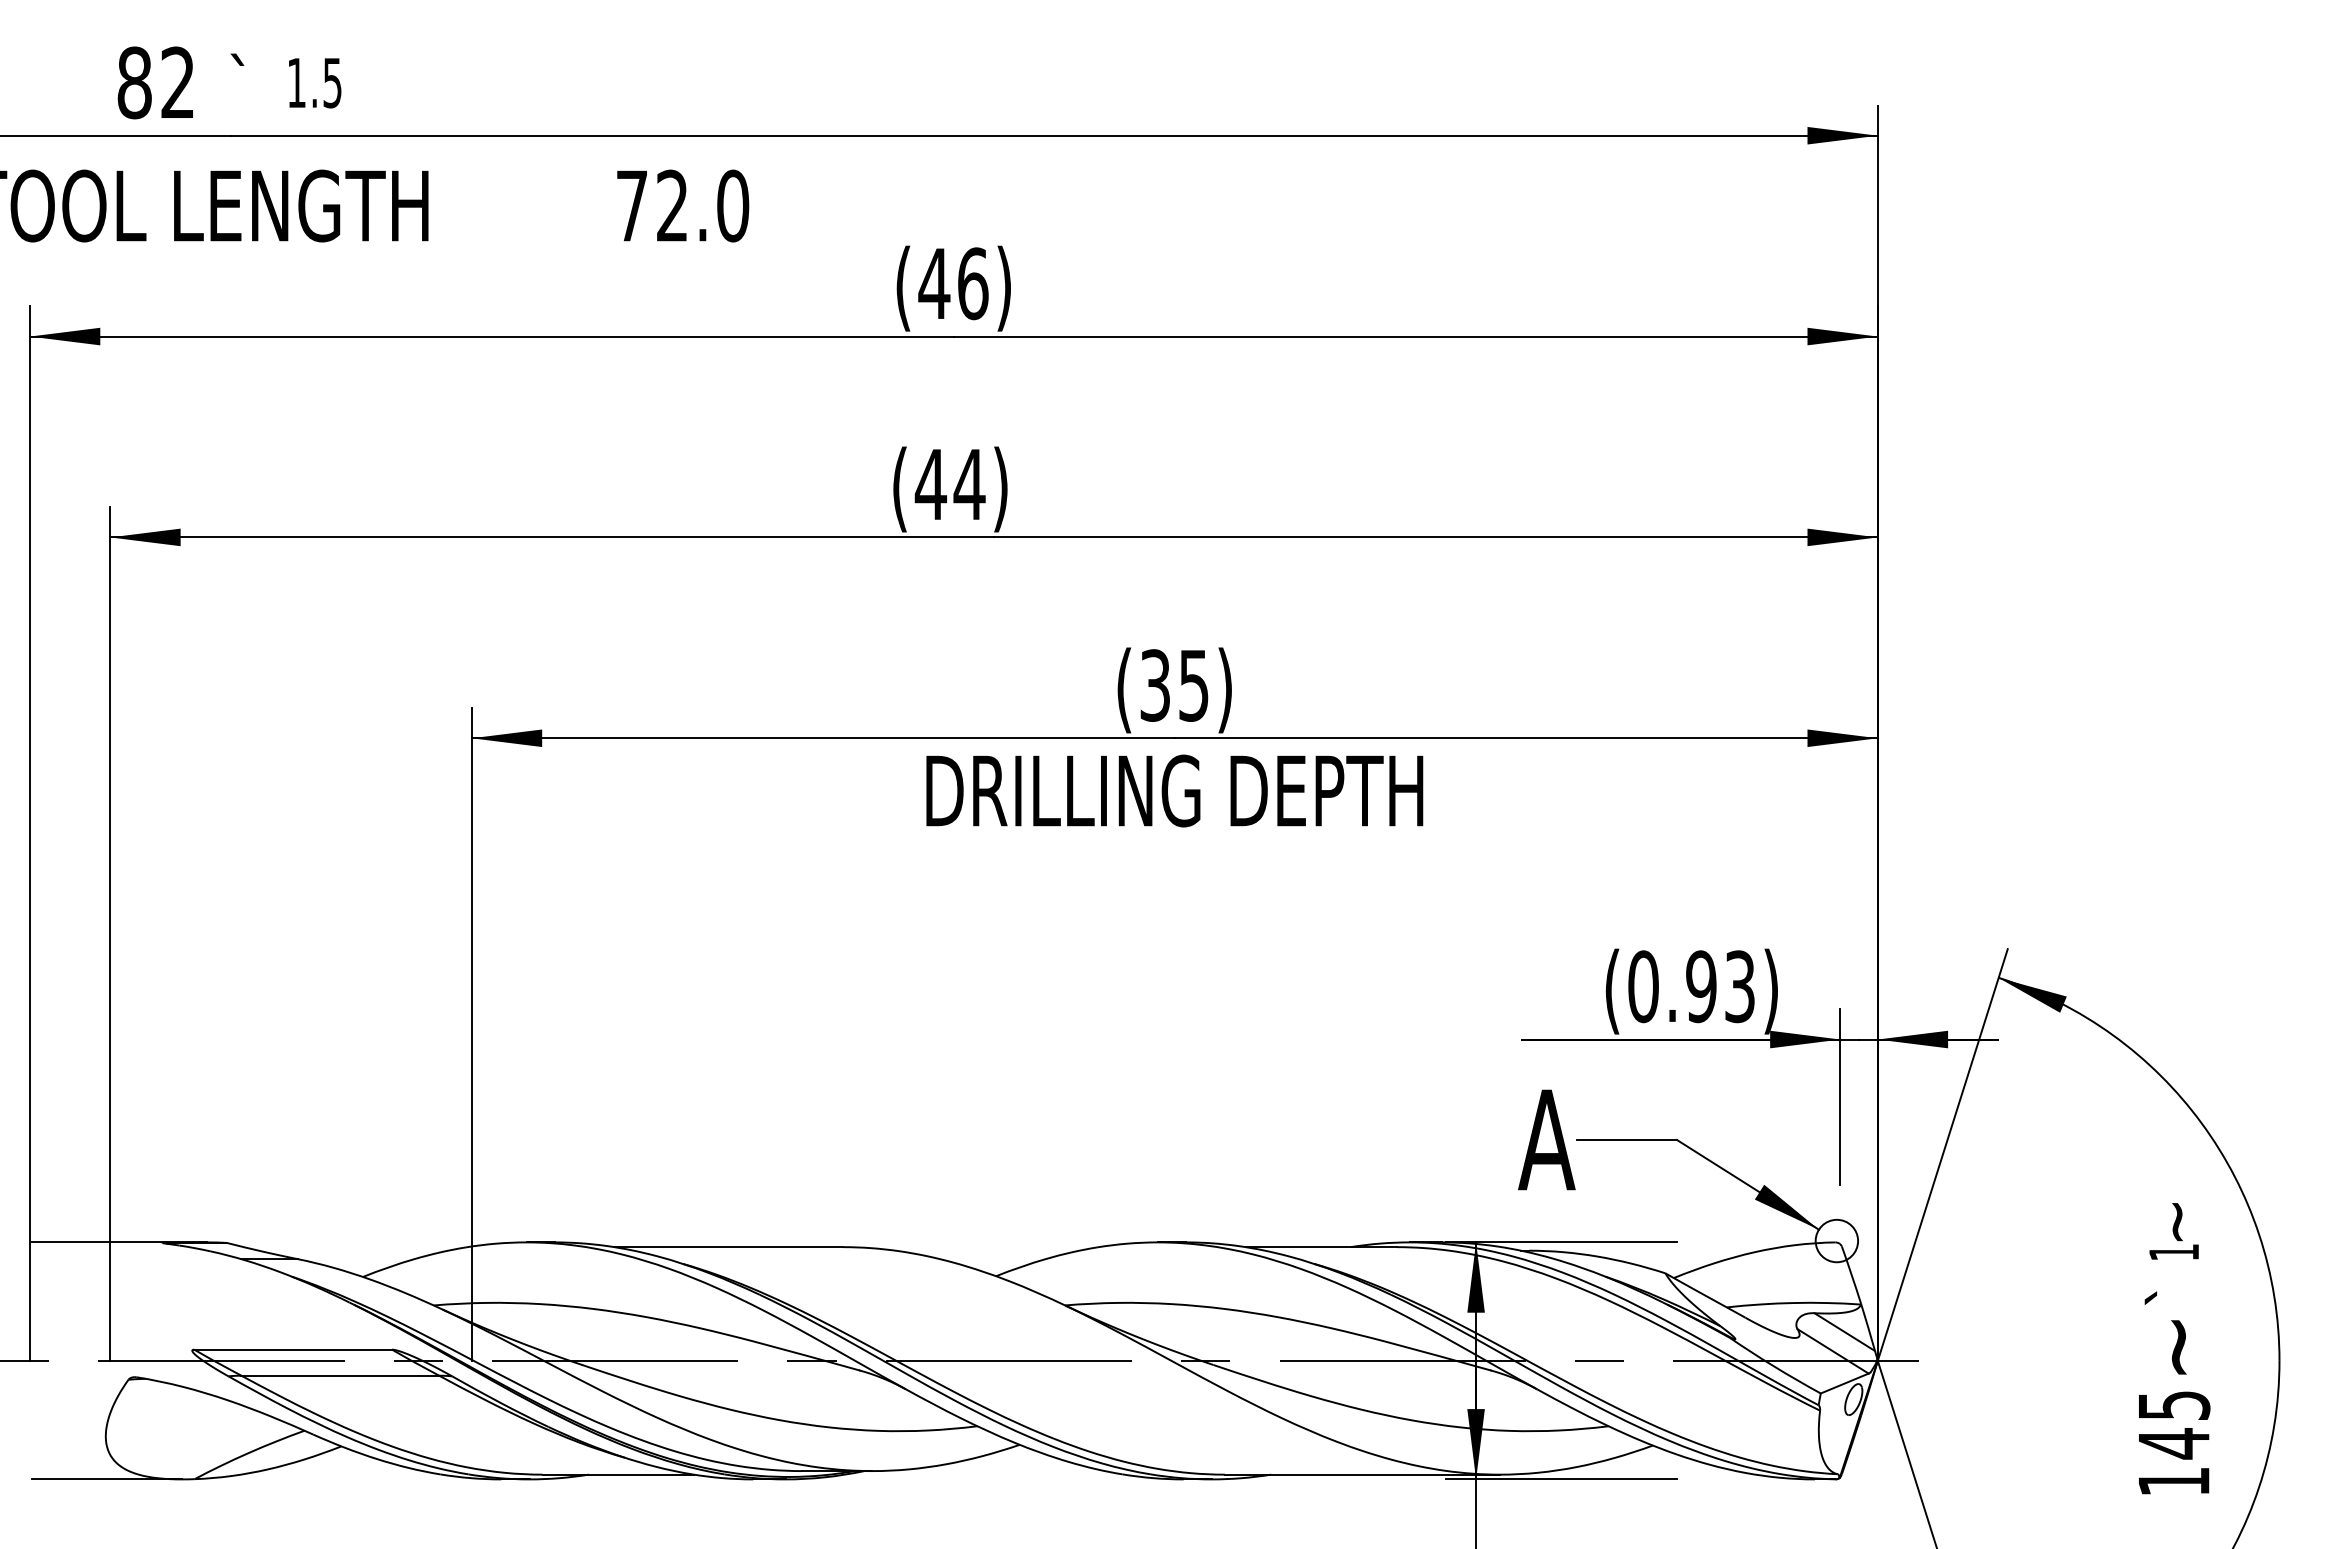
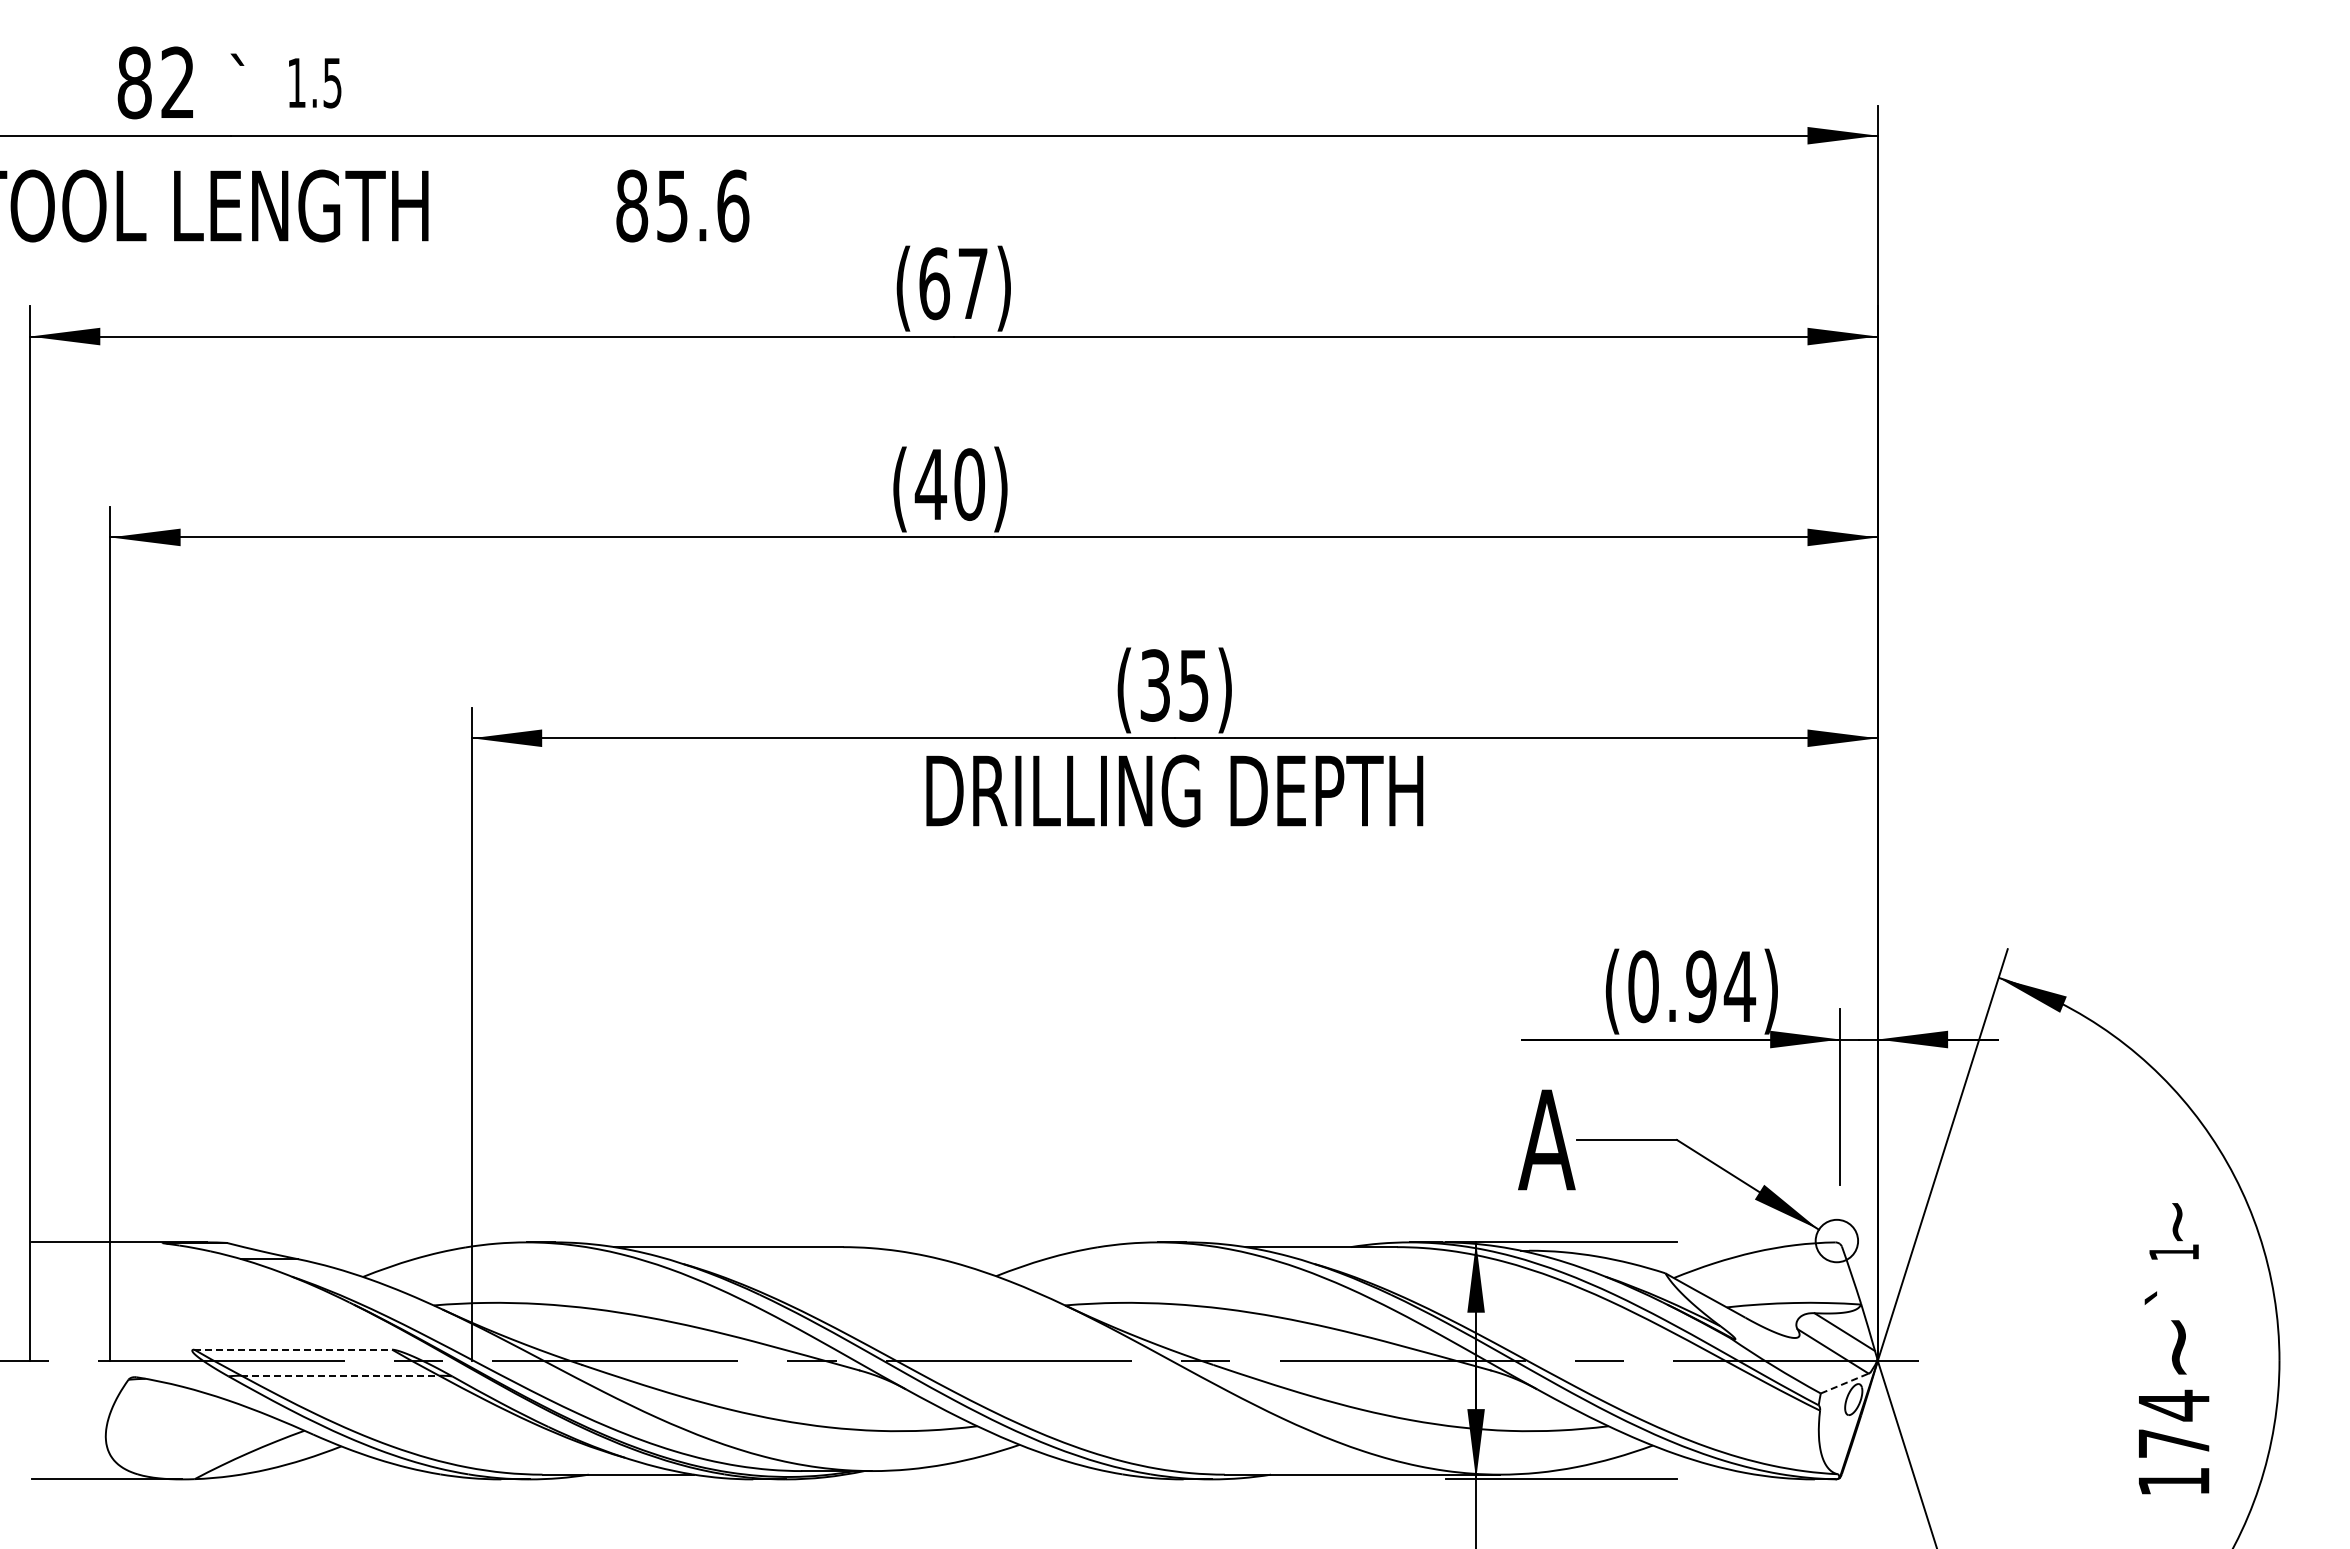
text at (682, 205): 72.0 -> 85.6
text at (953, 283): (46) -> (67)
text at (969, 484): (44) -> (40)
text at (1739, 986): (0.93) -> (0.94)
line at (293, 1349): solid -> dashed
line at (340, 1375): solid -> dashed
line at (1844, 1383): solid -> dashed
text at (2174, 1424): 145 -> 174
